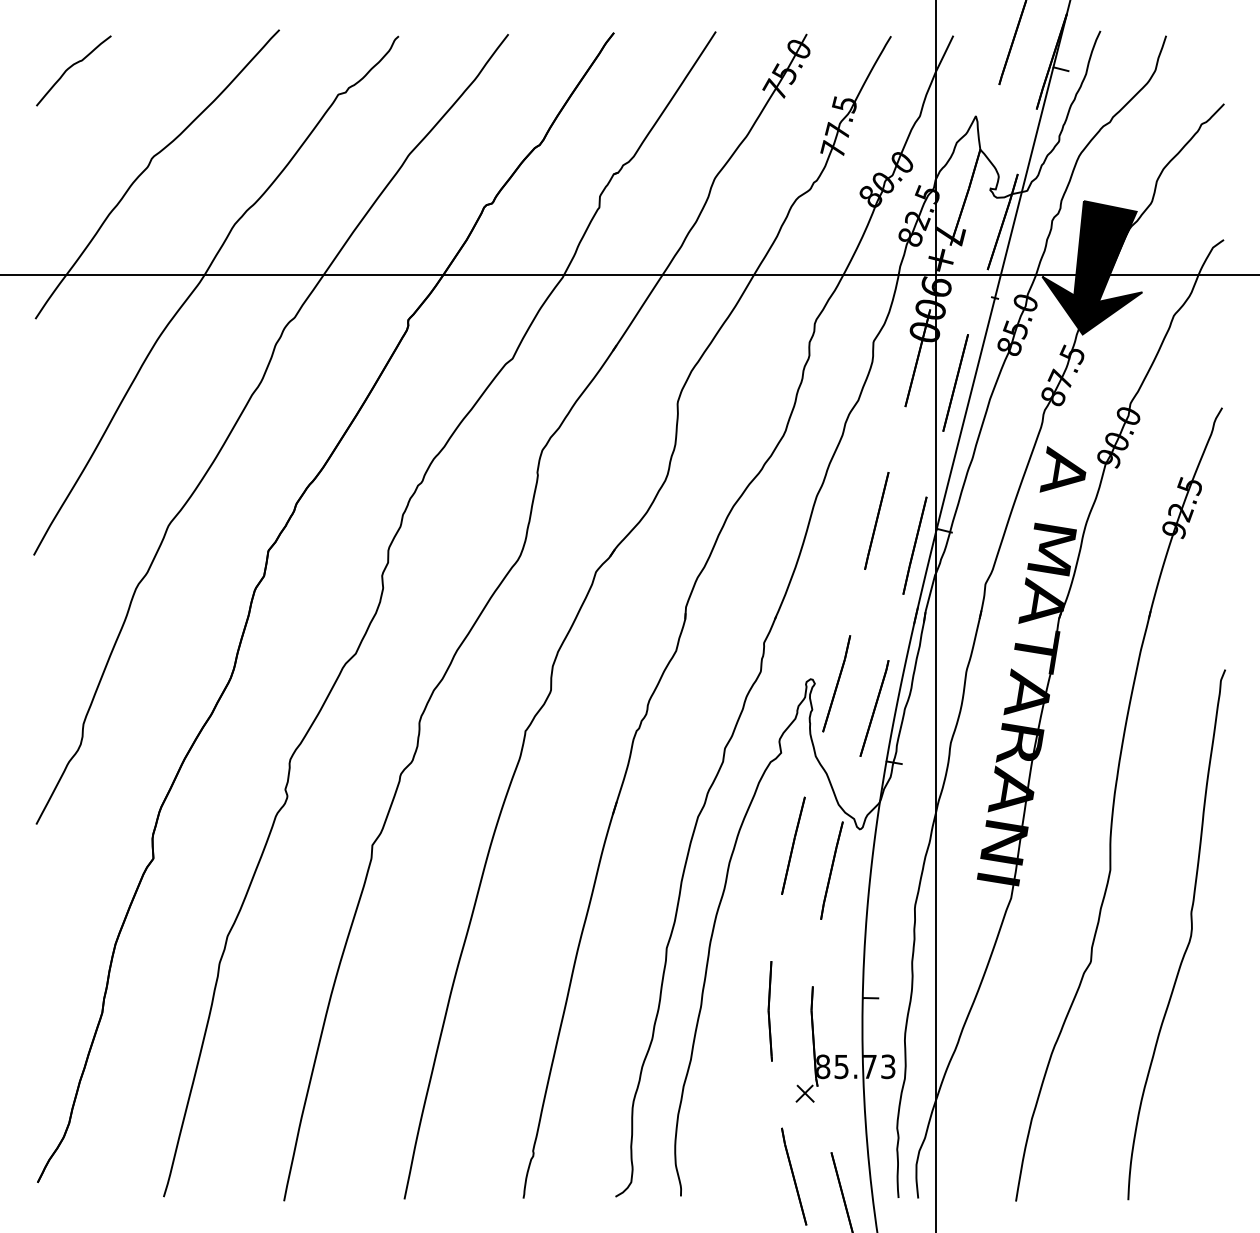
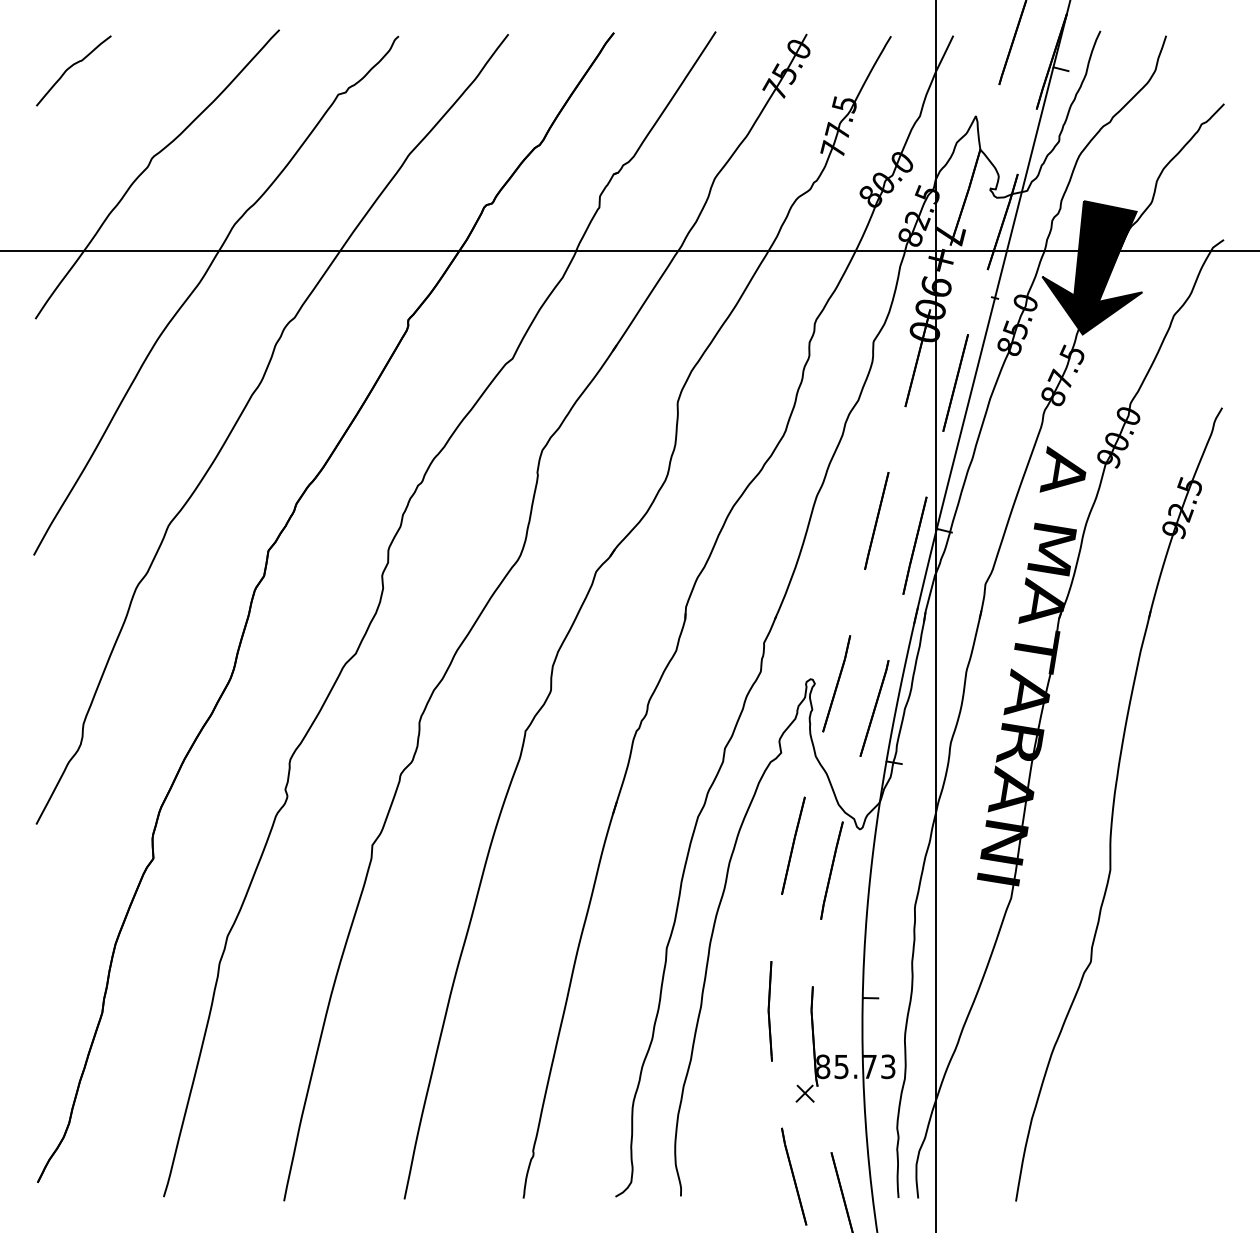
line at (629, 274) position: (629, 274) -> (629, 250)
curve at (1189, 937): present -> none
